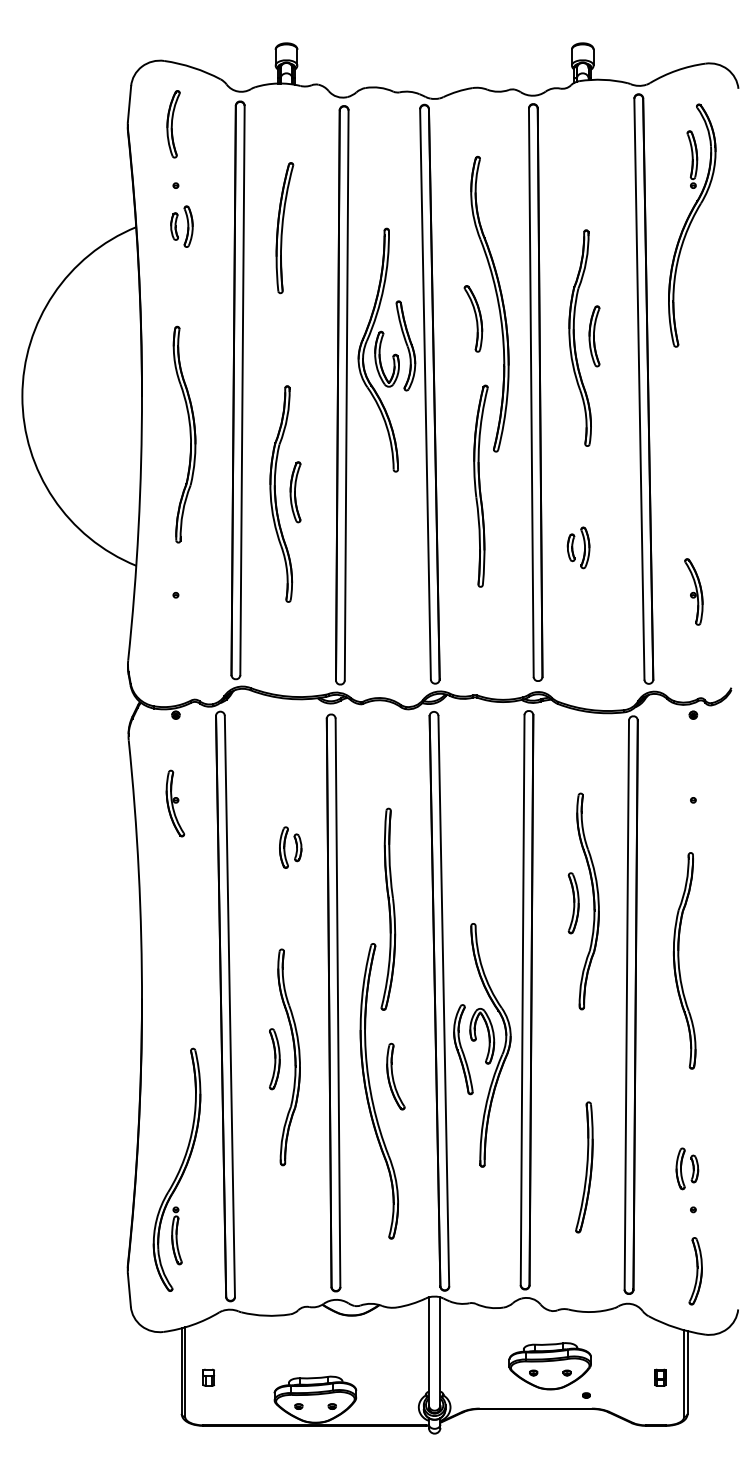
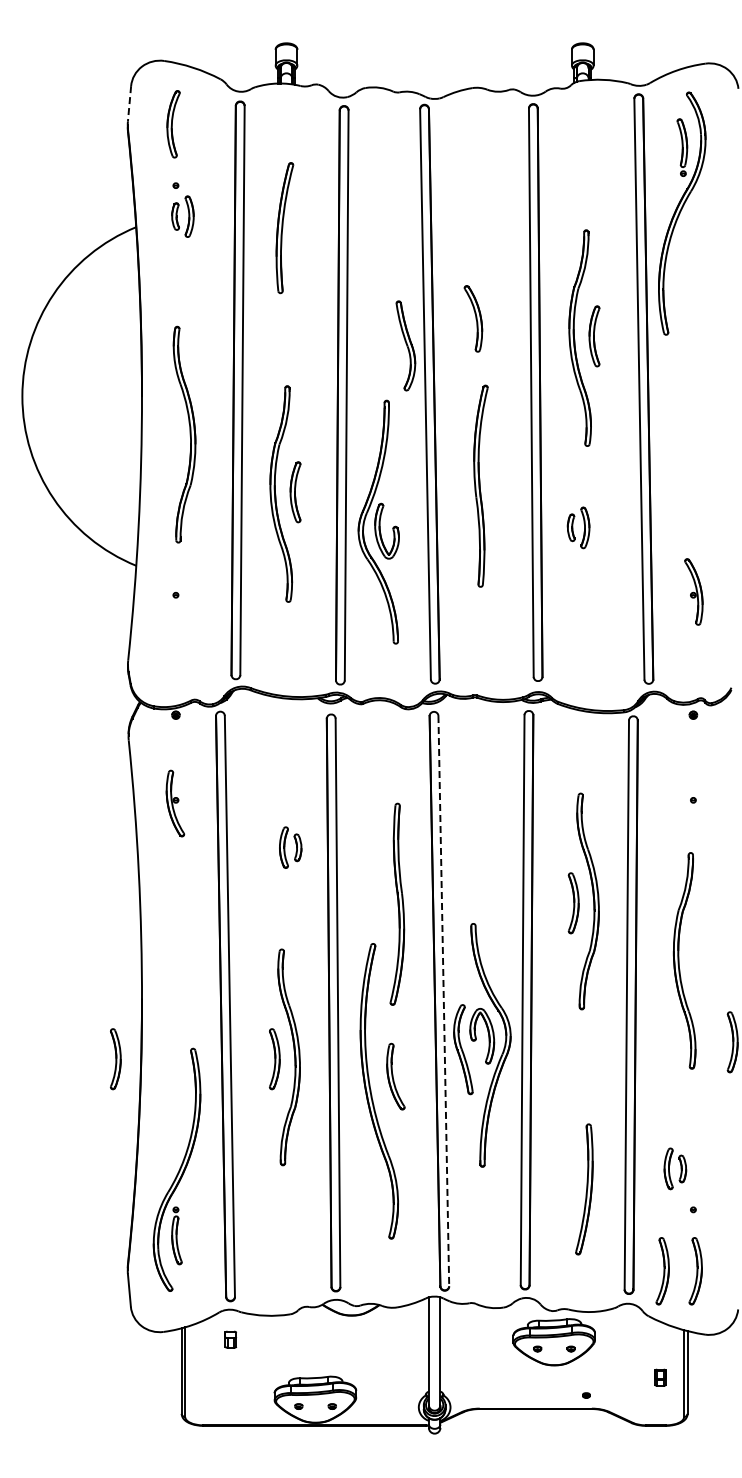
line at (129, 103): solid -> dashed
part at (692, 225) position: (692, 225) -> (682, 213)
part at (181, 226) position: (181, 226) -> (182, 216)
part at (497, 303): present -> none
part at (378, 349) position: (378, 349) -> (378, 521)
part at (578, 547) position: (578, 547) -> (578, 527)
part at (388, 908) position: (388, 908) -> (397, 903)
line at (443, 1001): solid -> dashed
part at (732, 1042): none -> present
part at (115, 1059): none -> present
part at (584, 1167) position: (584, 1167) -> (584, 1189)
part at (687, 1168) position: (687, 1168) -> (675, 1168)
part at (662, 1271): none -> present
part at (549, 1366) position: (549, 1366) -> (553, 1342)
part at (208, 1377) position: (208, 1377) -> (230, 1339)
